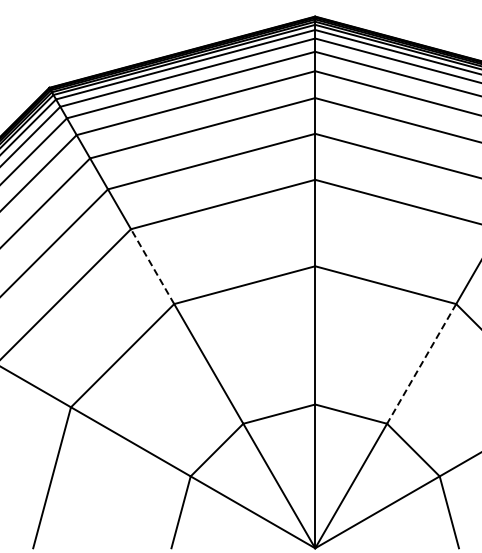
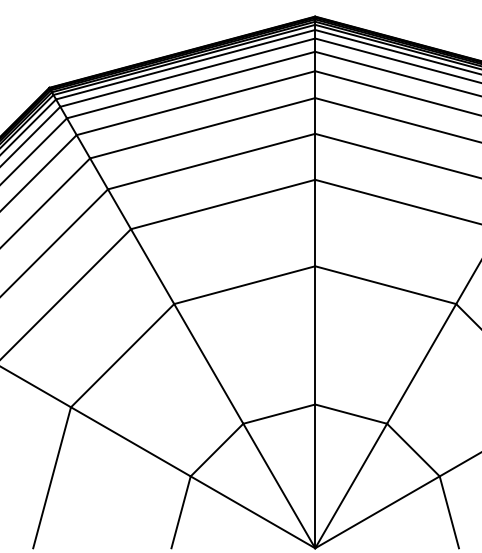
line at (152, 266): dashed -> solid
line at (421, 364): dashed -> solid
